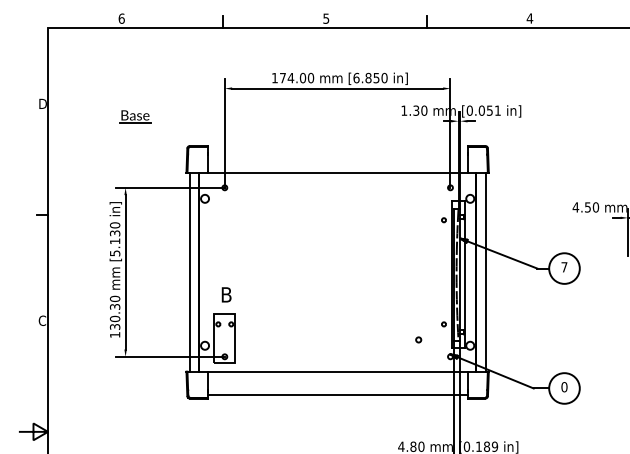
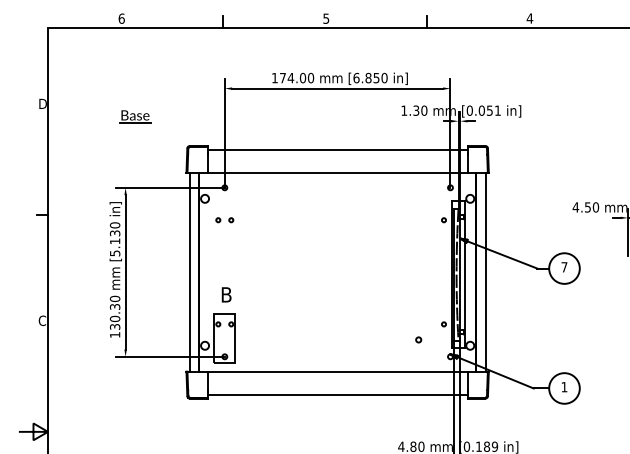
line at (337, 149): none -> present
part at (224, 220): none -> present
text at (564, 387): 0 -> 1
